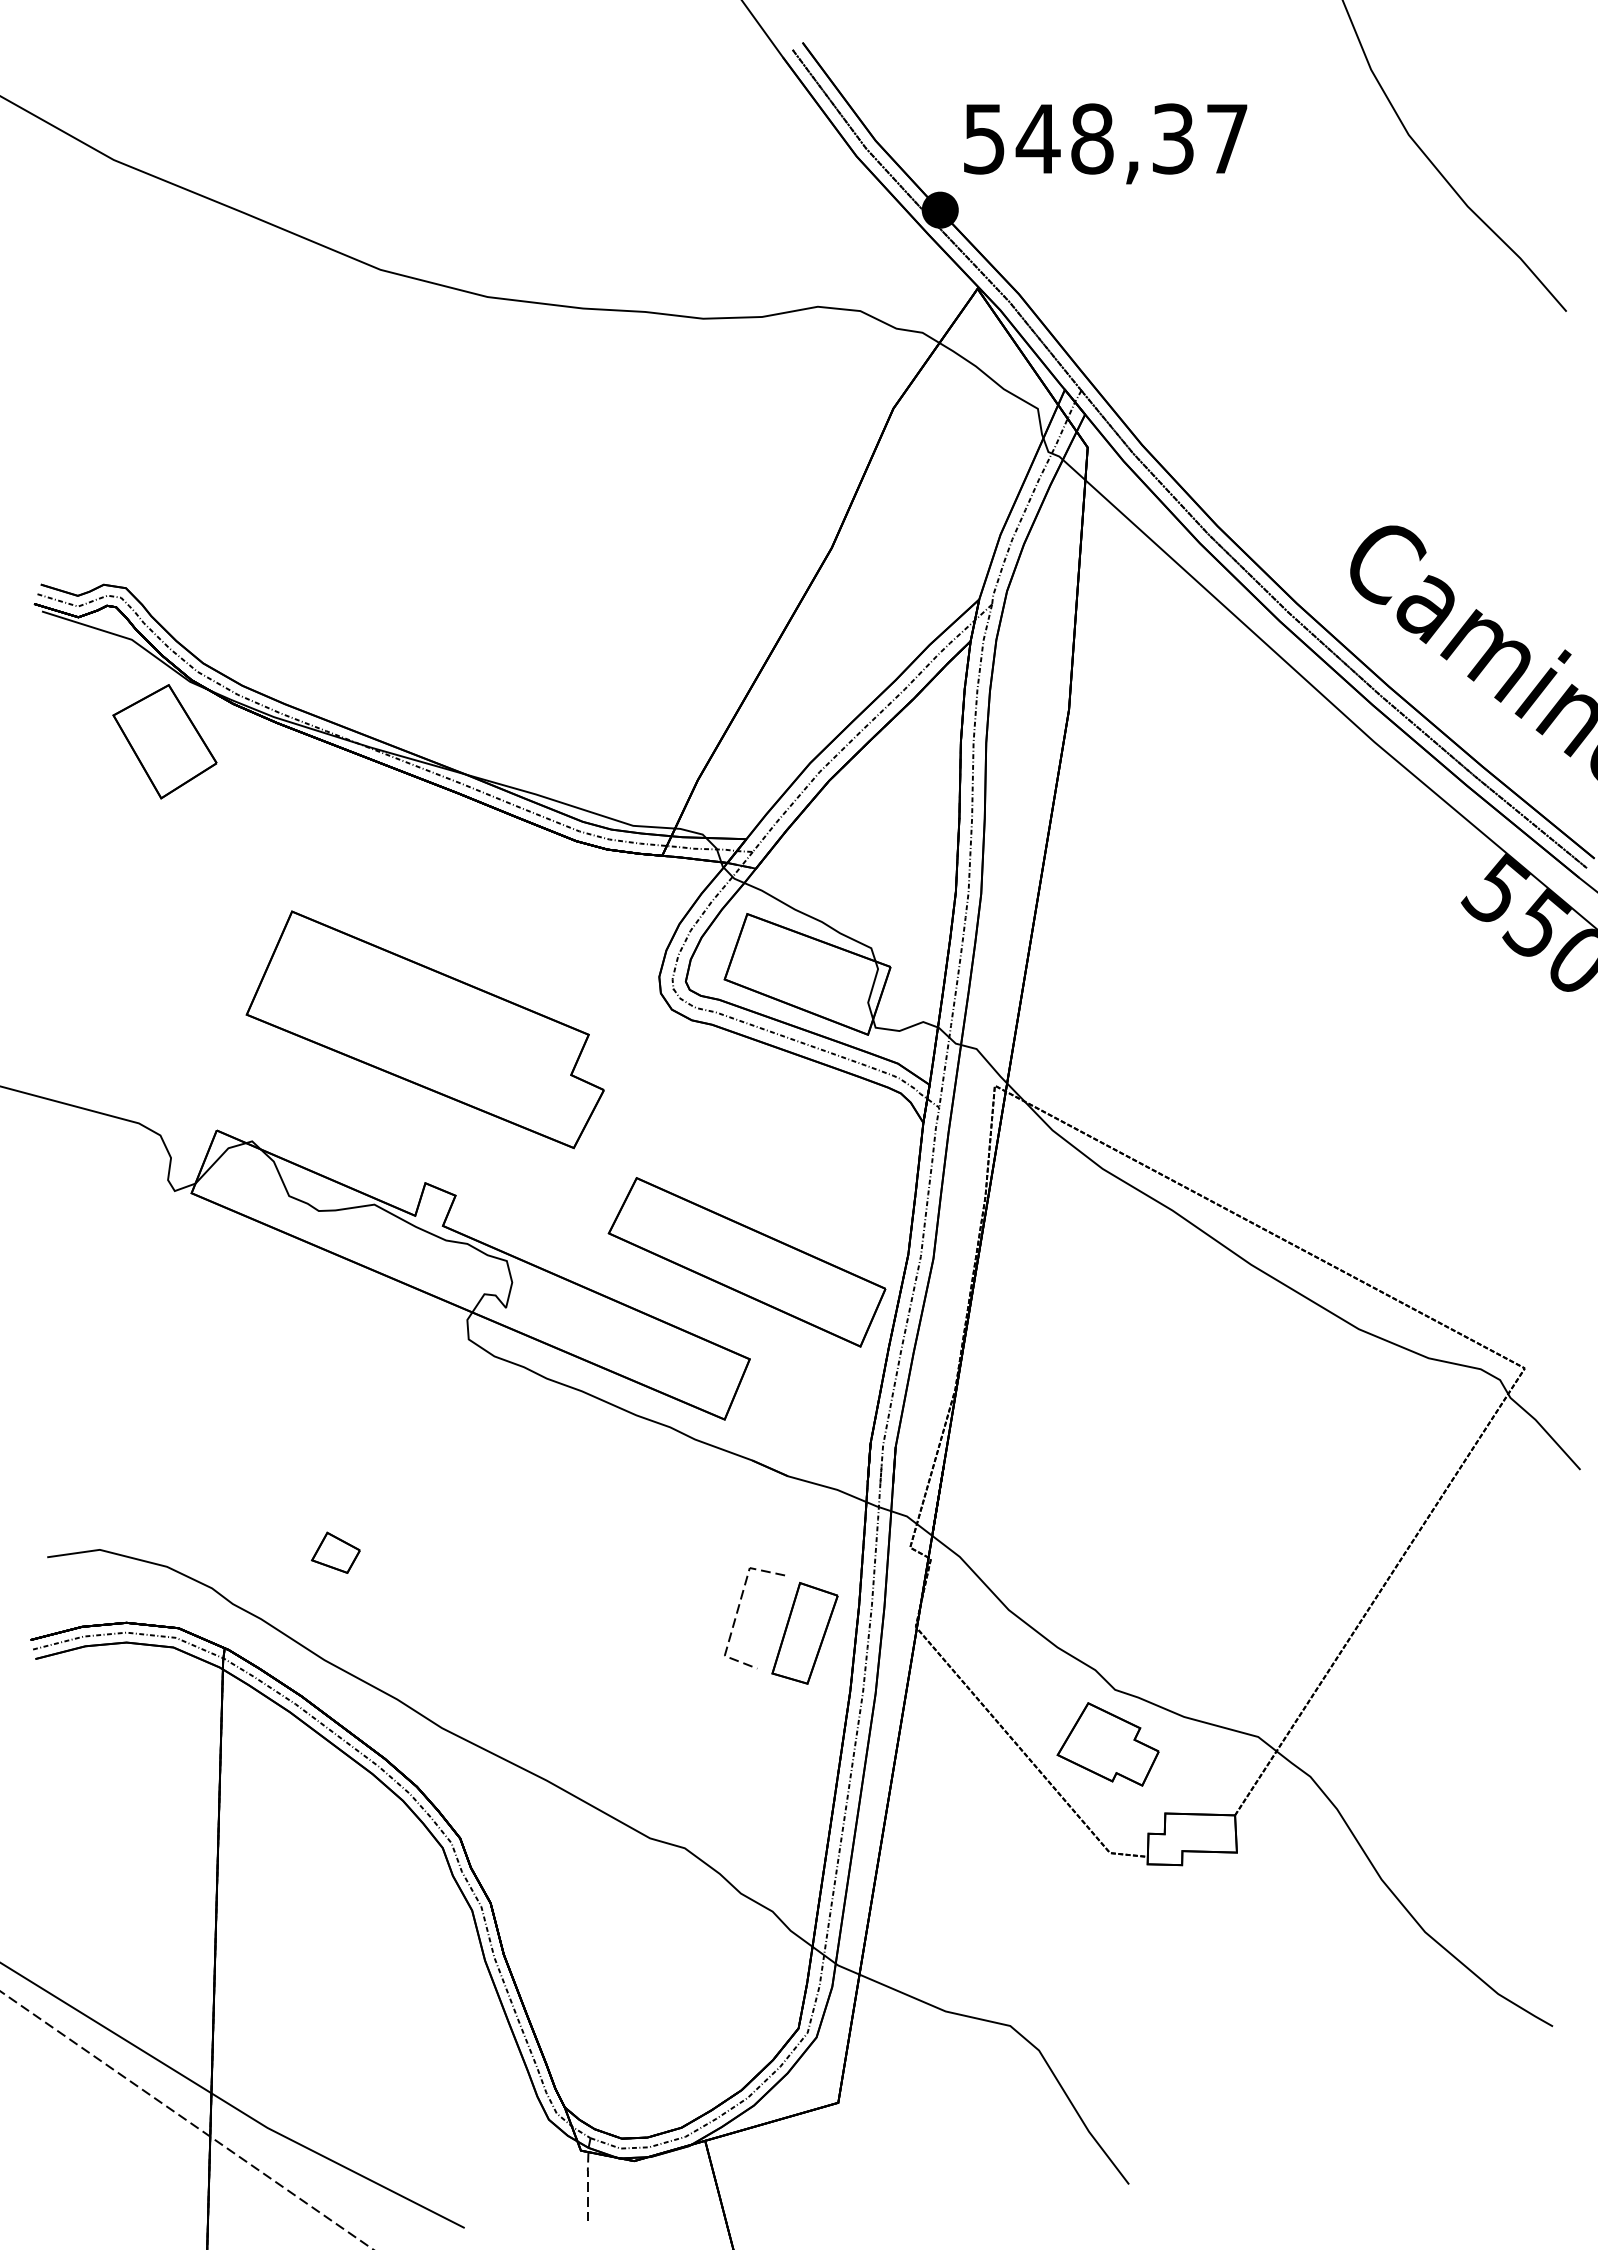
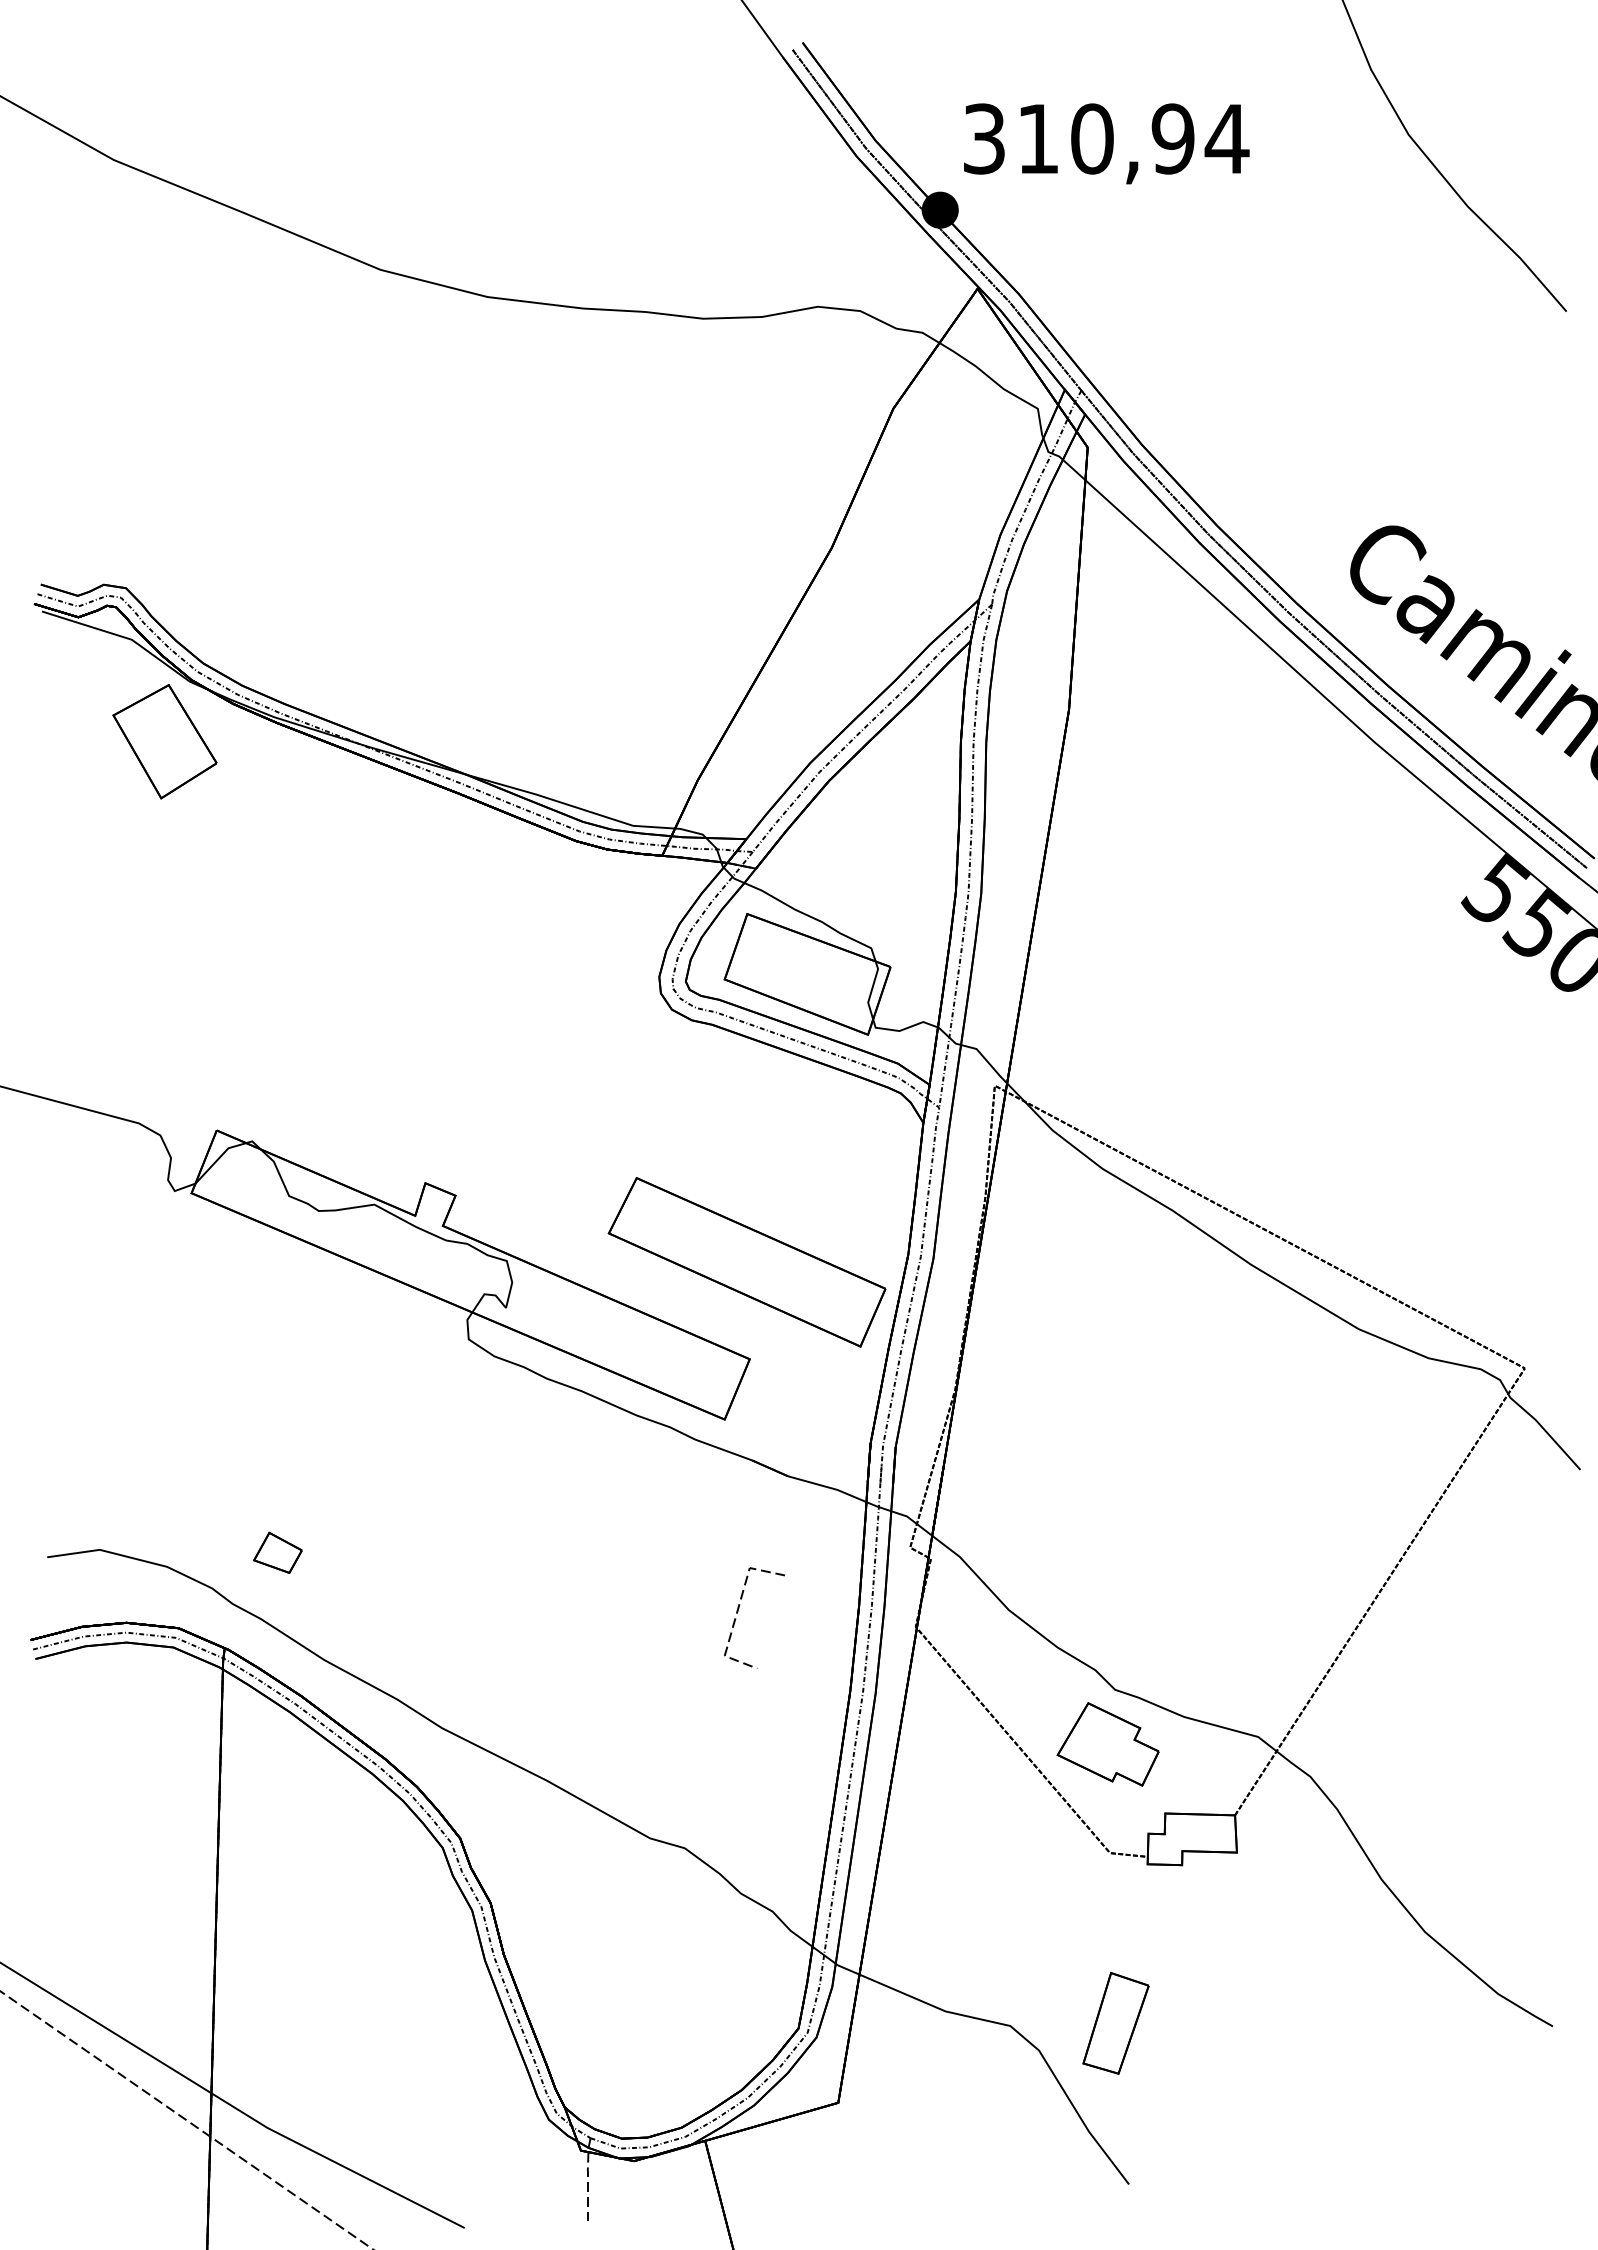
text at (1106, 138): 548,37 -> 310,94
part at (424, 1029): present -> none
part at (335, 1552) position: (335, 1552) -> (277, 1552)
part at (804, 1633) position: (804, 1633) -> (1115, 2023)
